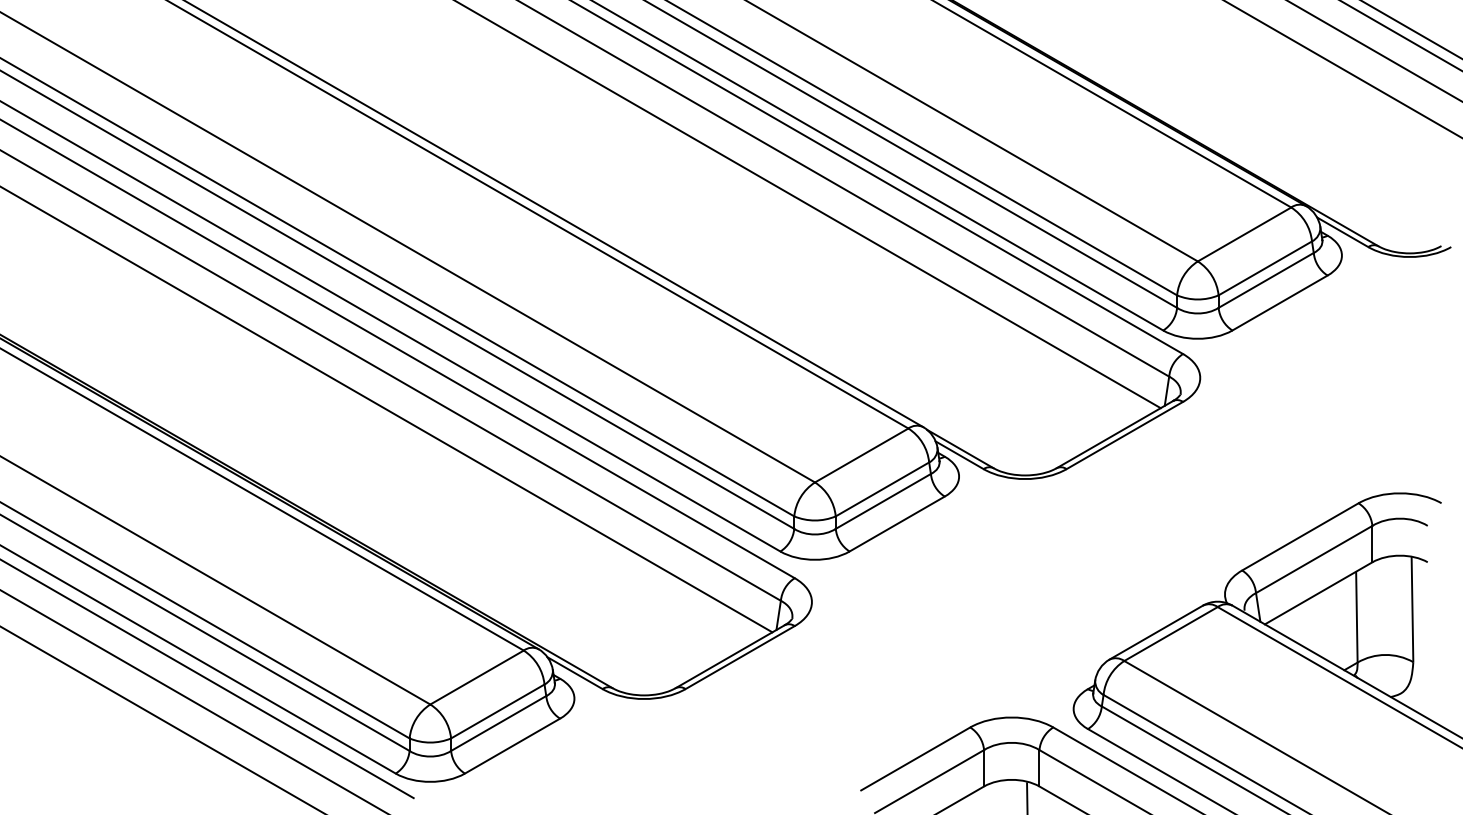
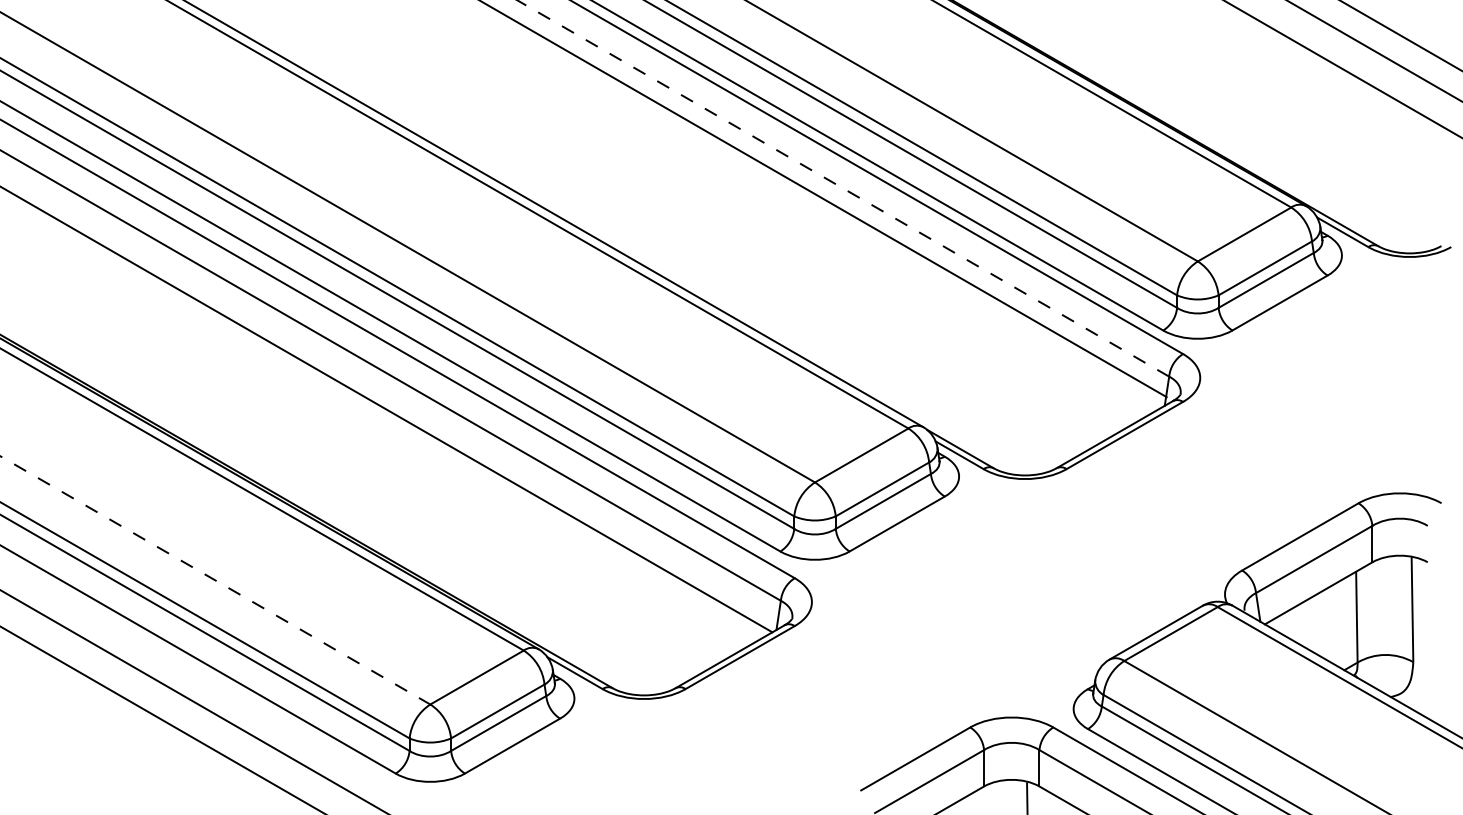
line at (1411, 29): present -> none
line at (842, 188): solid -> dashed
line at (808, 205) position: (808, 205) -> (824, 199)
line at (215, 580): solid -> dashed
line at (207, 679): present -> none
